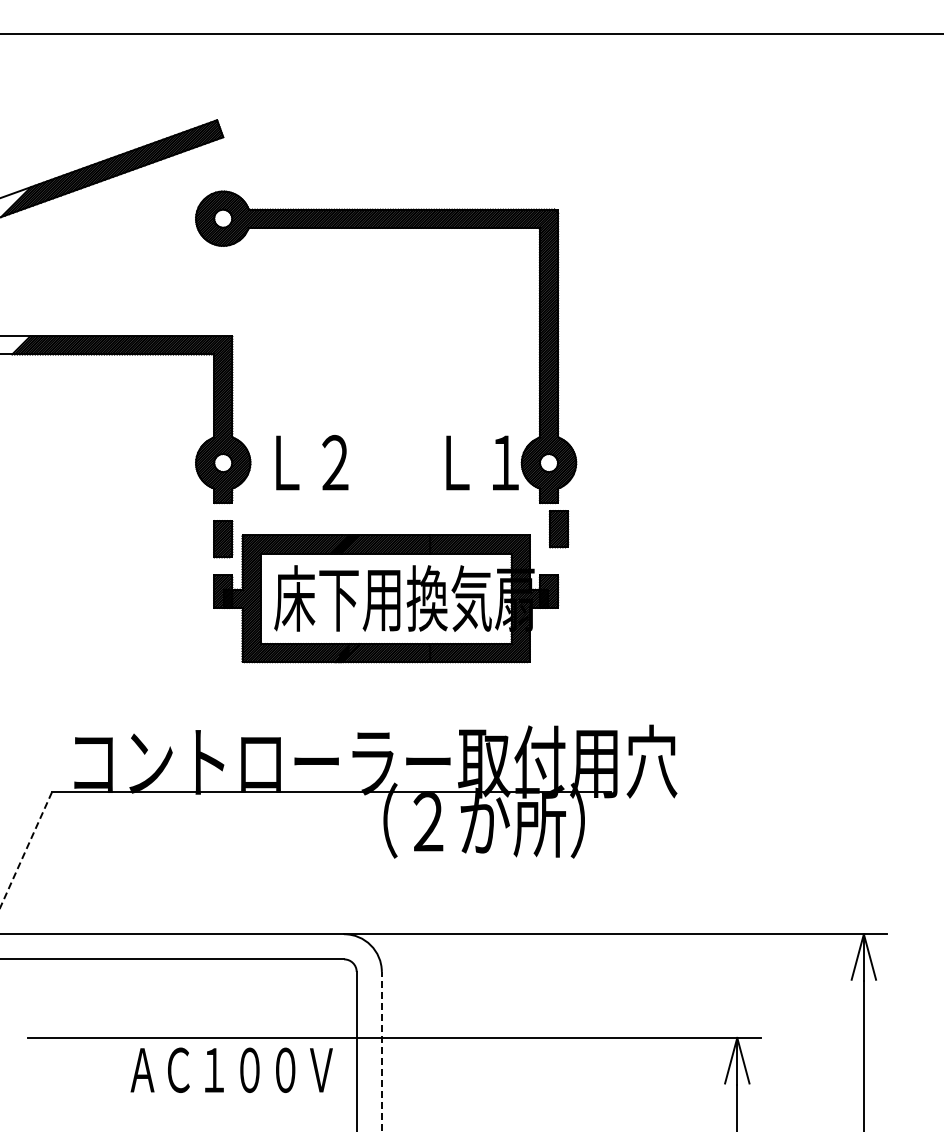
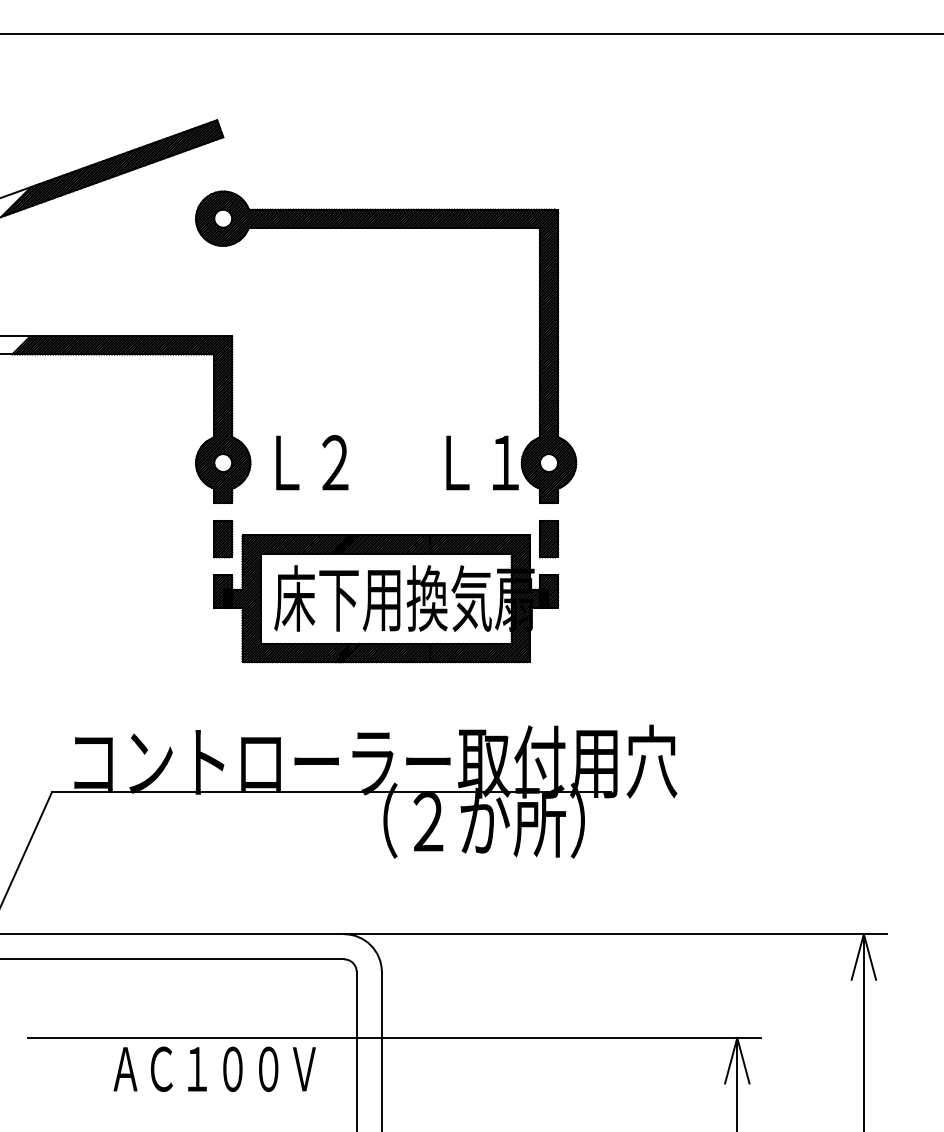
part at (558, 529) position: (558, 529) -> (548, 539)
line at (25, 850): dashed -> solid
line at (381, 1051): dashed -> solid
text at (231, 1069) position: (231, 1069) -> (214, 1068)
